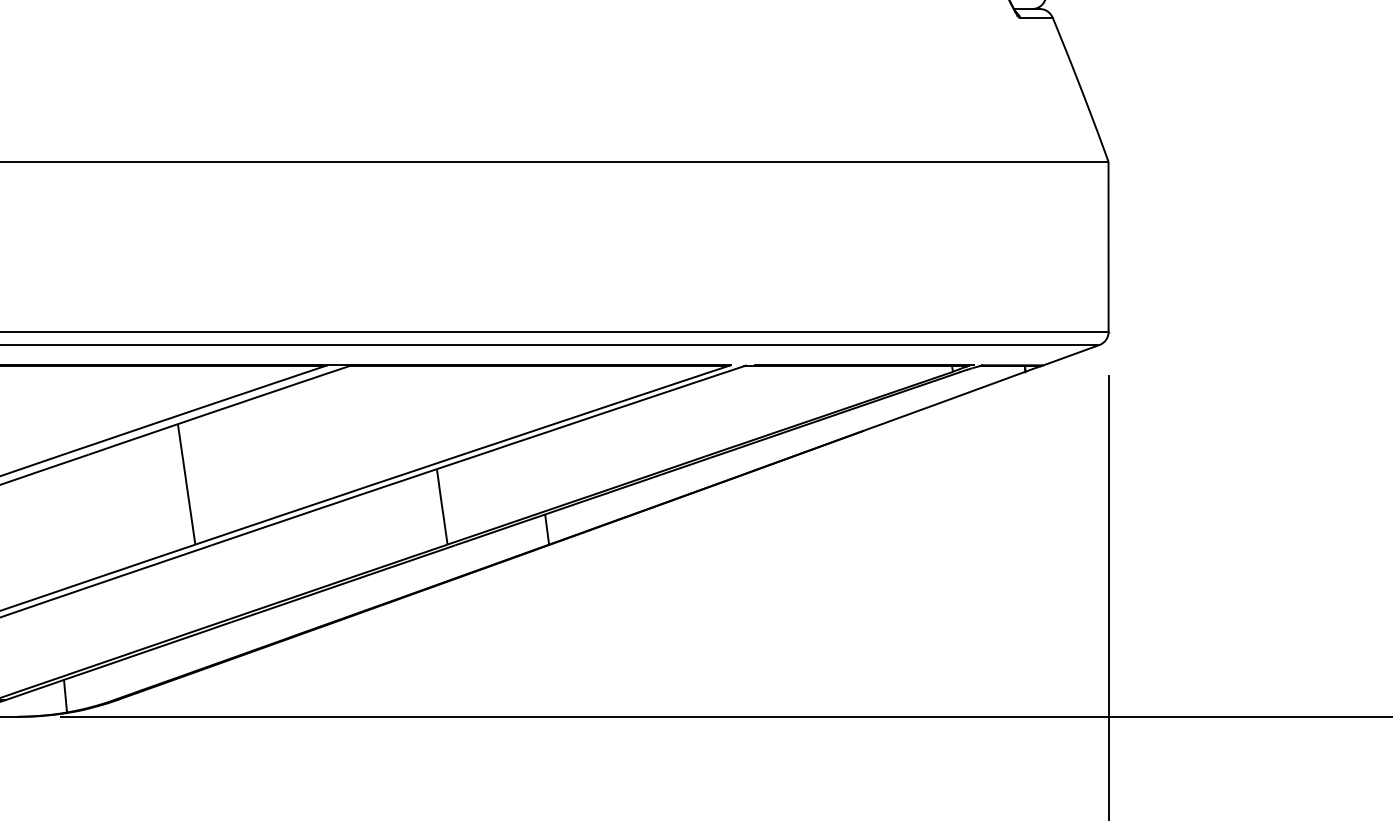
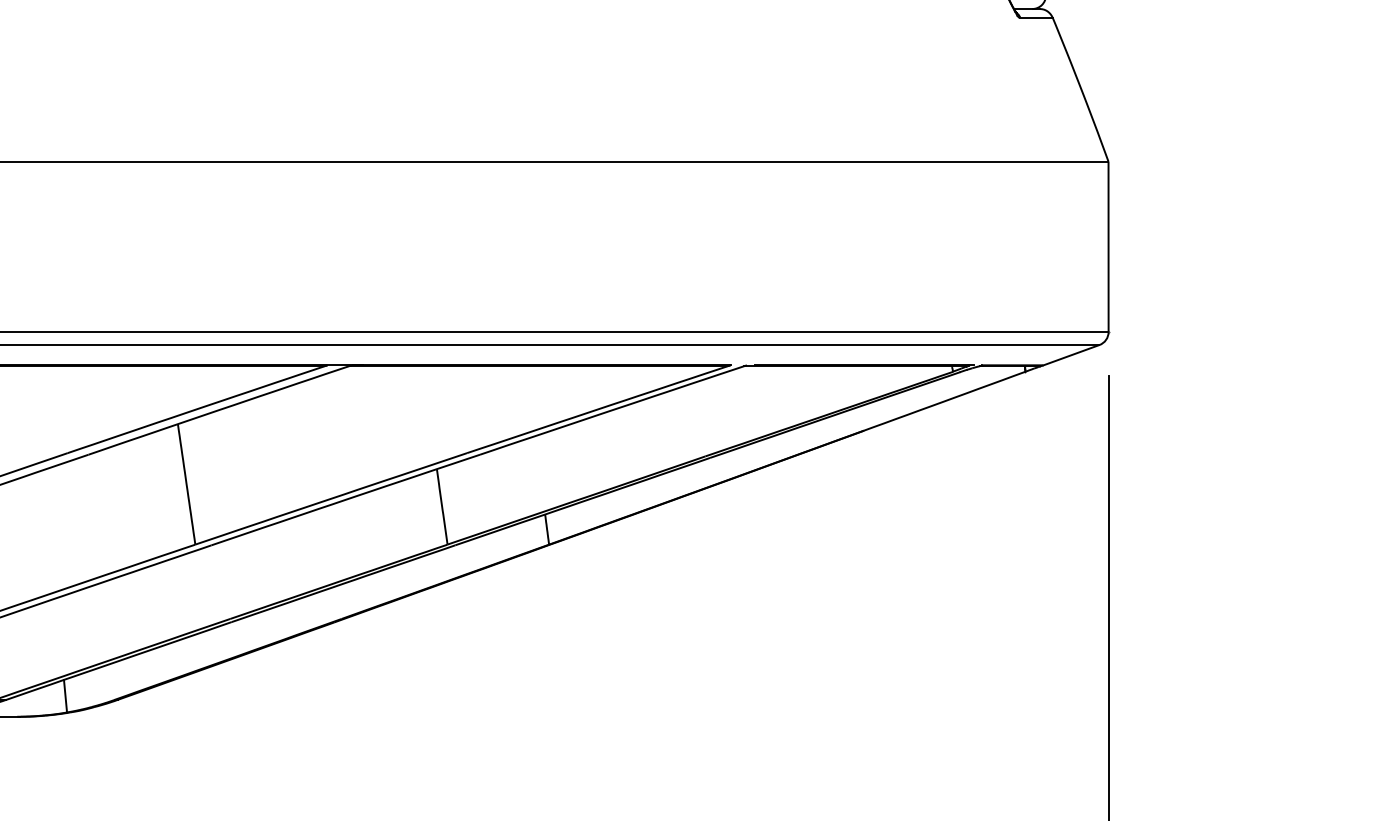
line at (725, 716): present -> none
